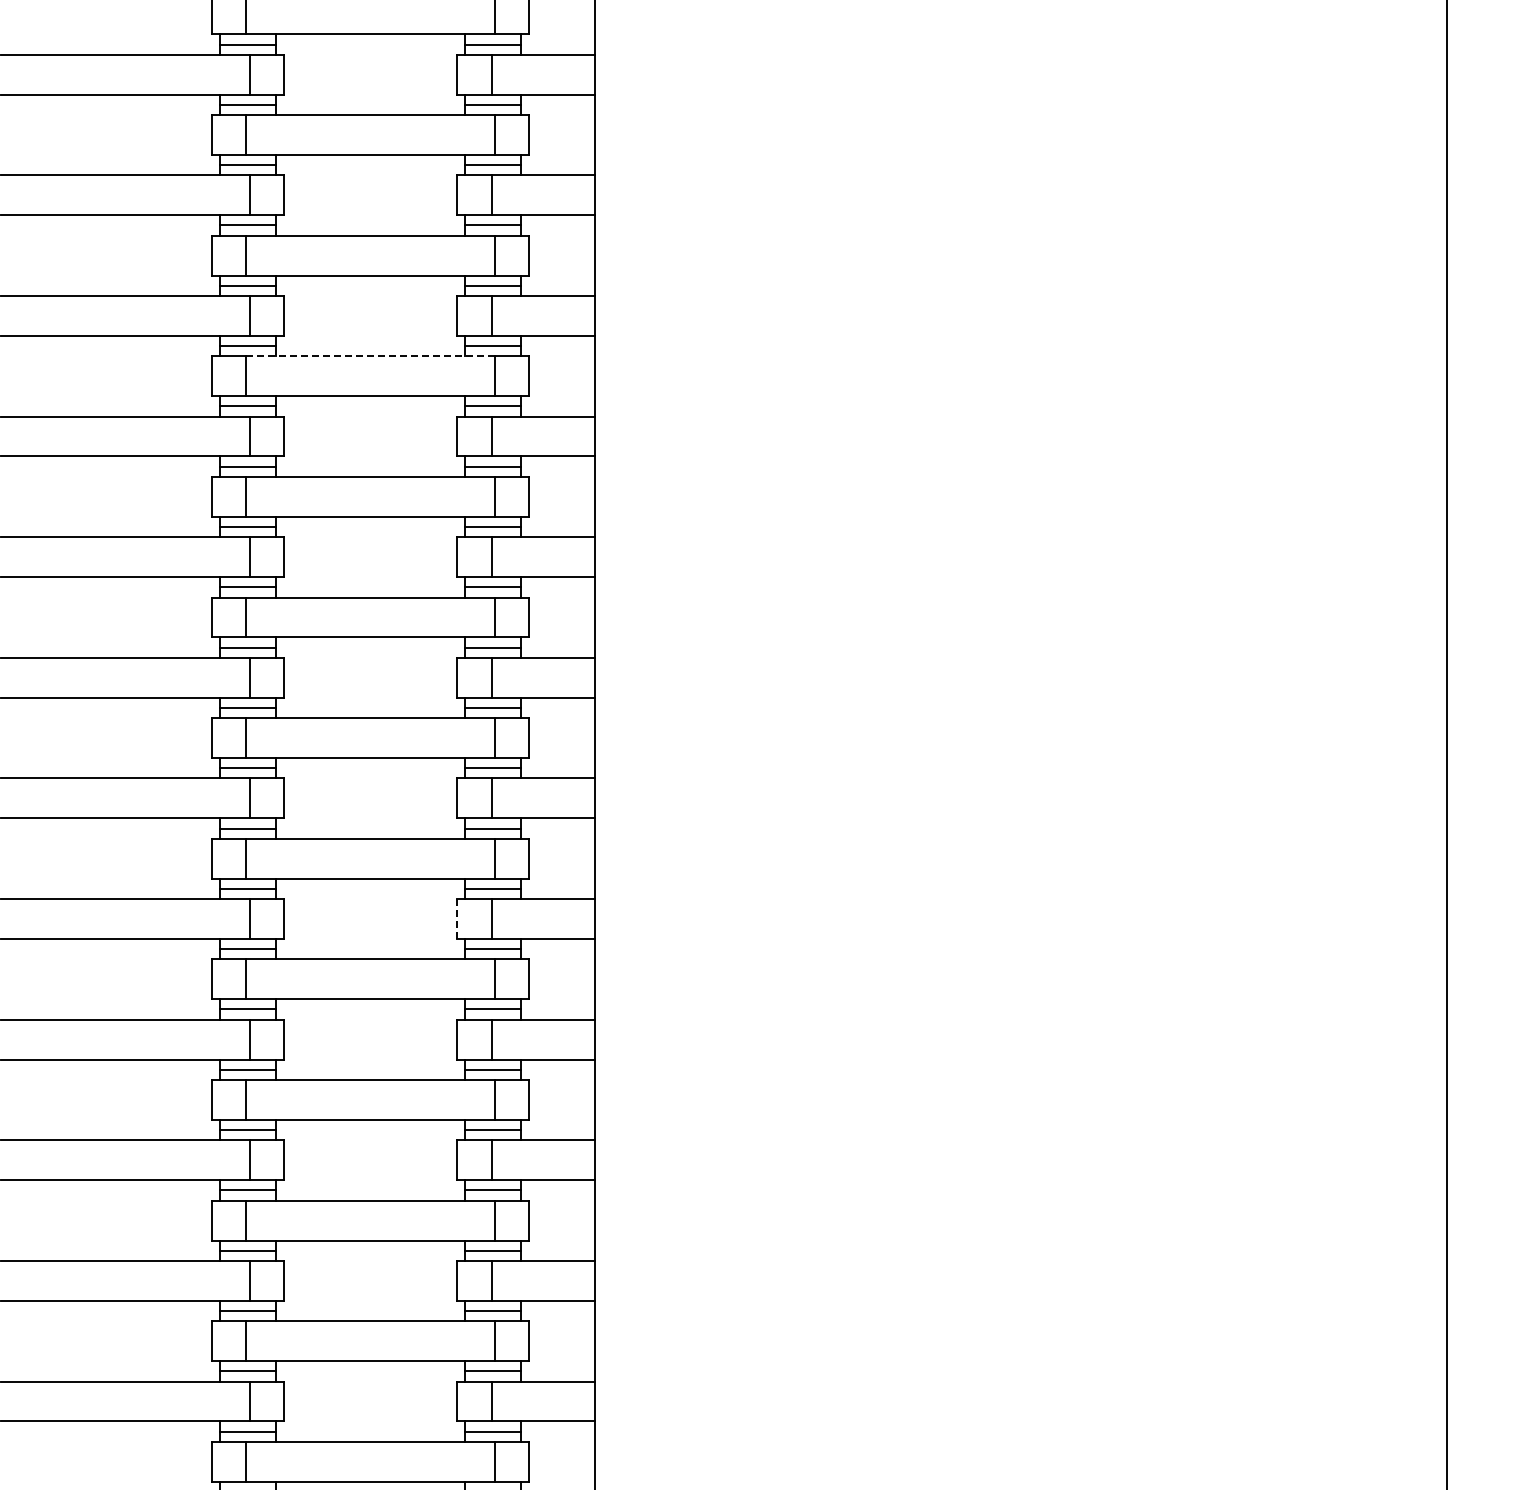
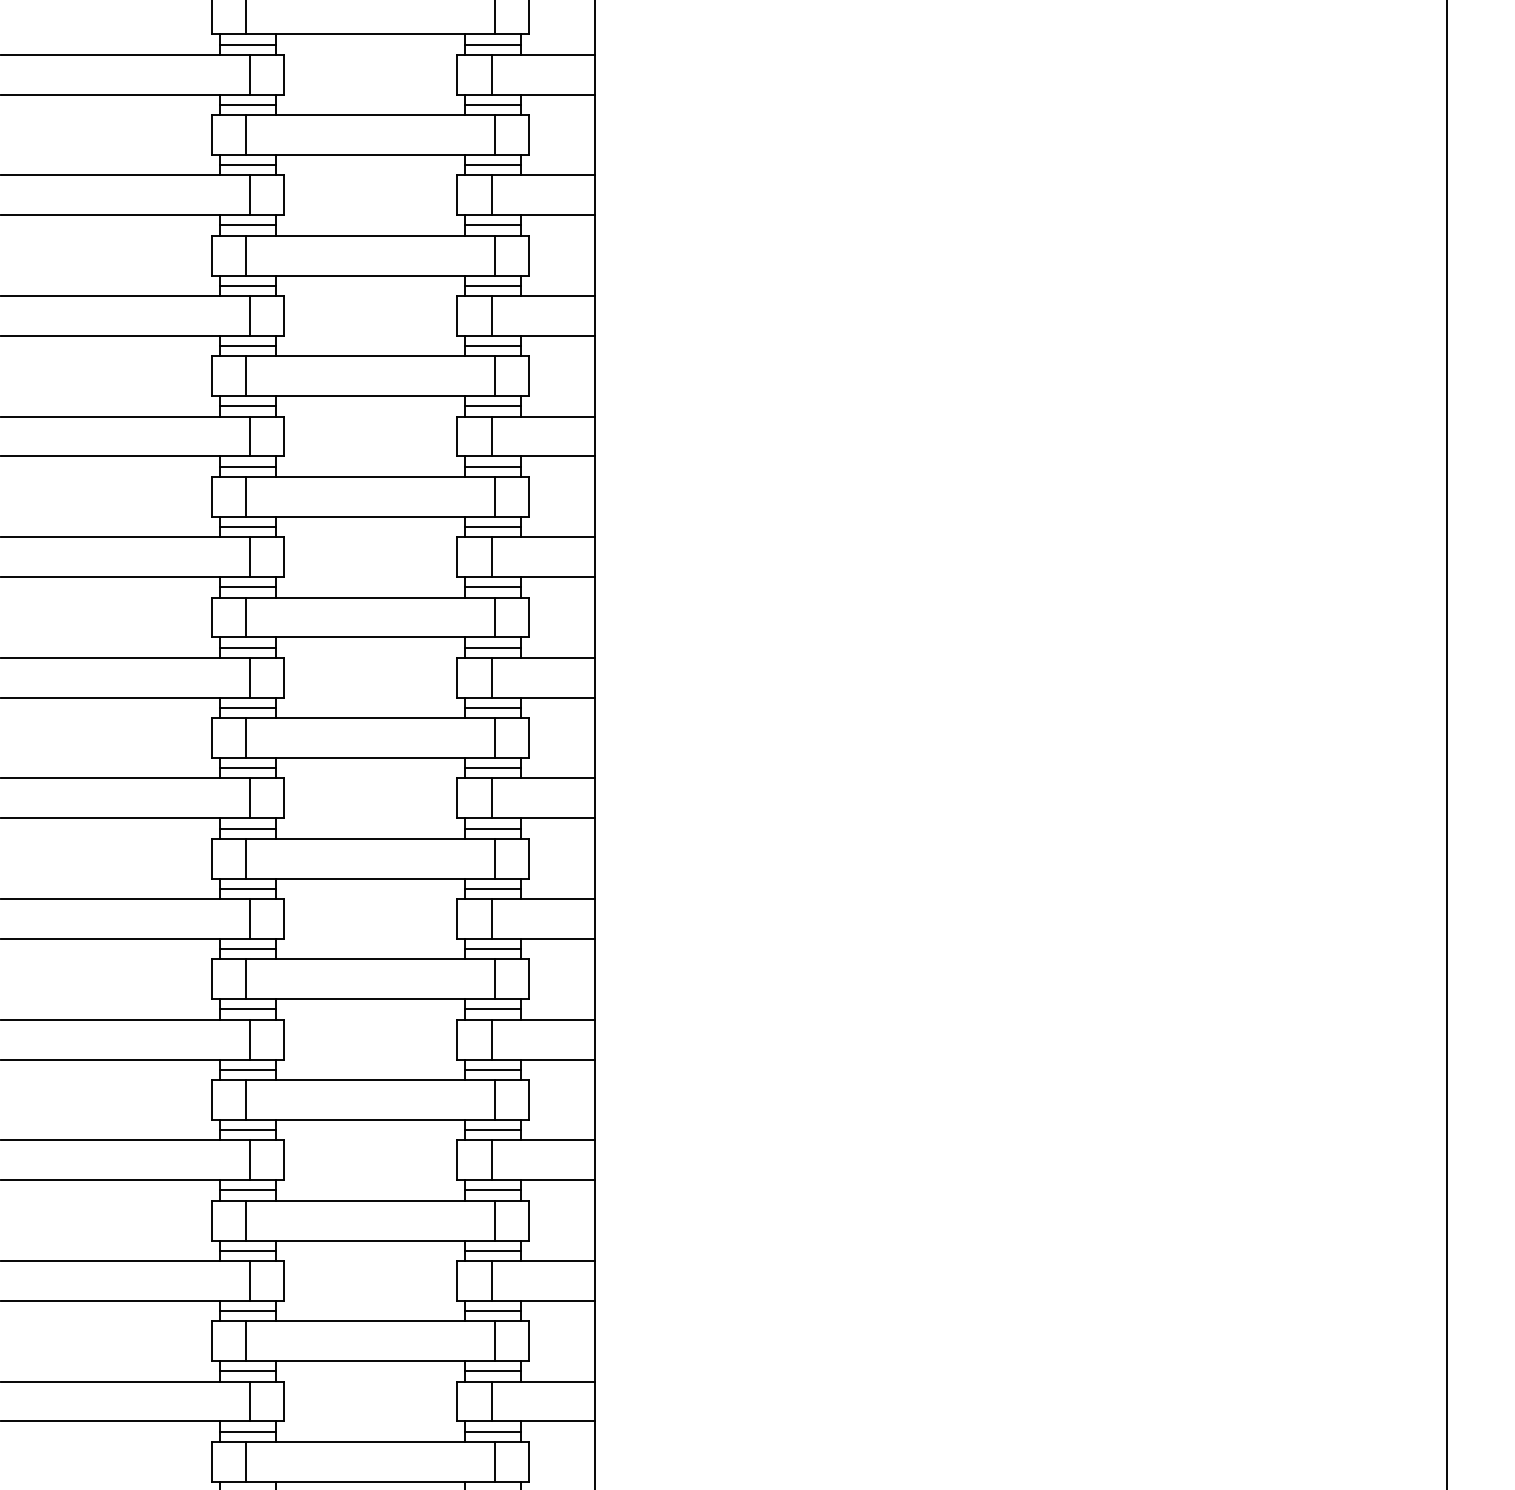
line at (371, 356): dashed -> solid
line at (457, 919): dashed -> solid
